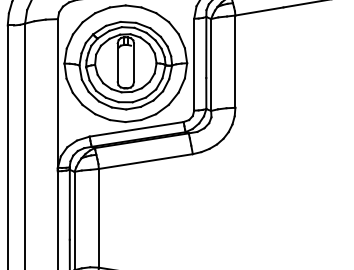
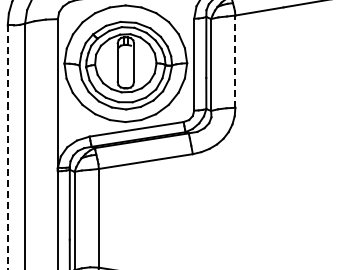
line at (235, 61): solid -> dashed
line at (7, 147): solid -> dashed
